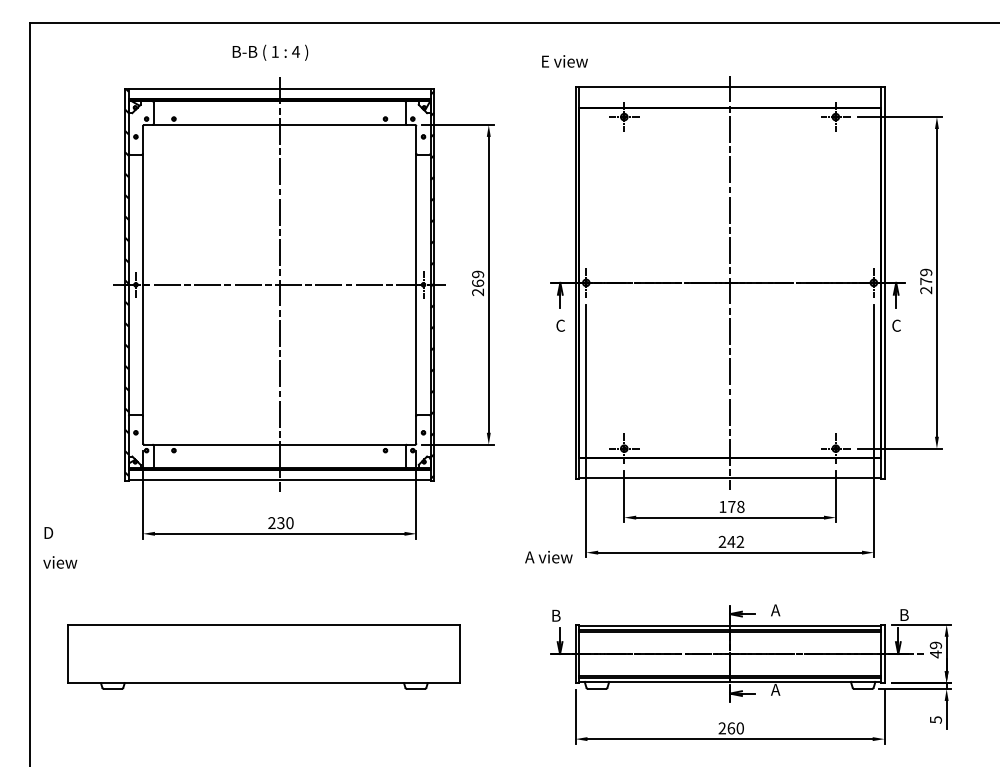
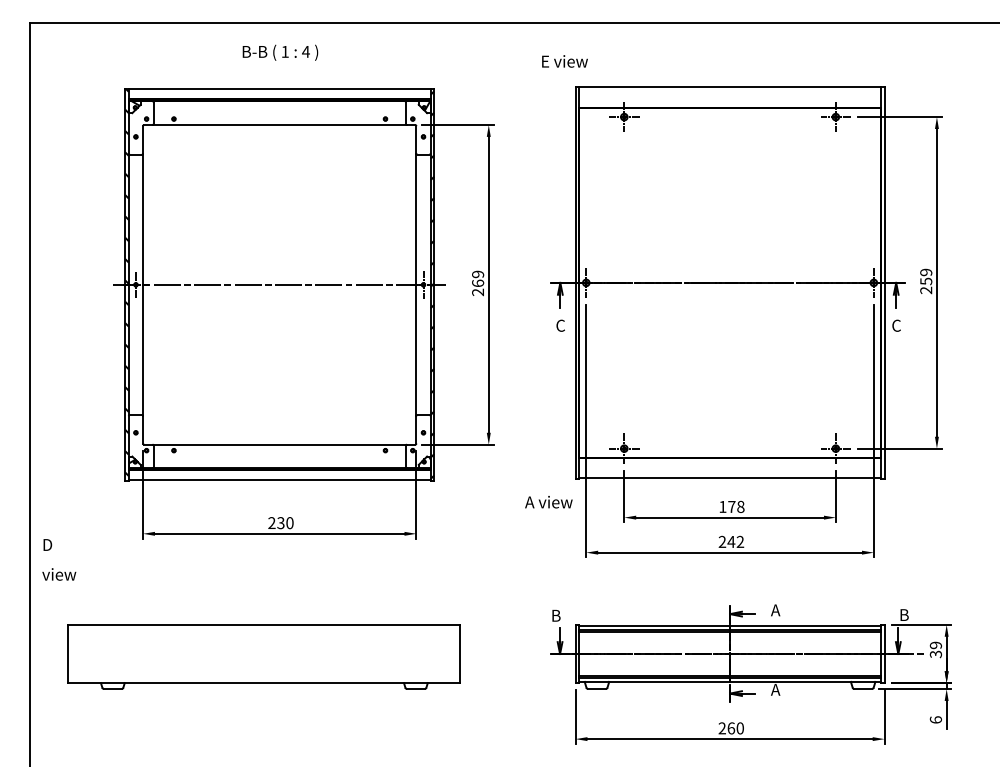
text at (270, 52) position: (270, 52) -> (280, 52)
text at (926, 281): 279 -> 259
line at (730, 282): present -> none
line at (279, 284): present -> none
text at (60, 547) position: (60, 547) -> (59, 559)
text at (548, 557) position: (548, 557) -> (548, 502)
text at (935, 654): 49 -> 39
text at (935, 719): 5 -> 6
